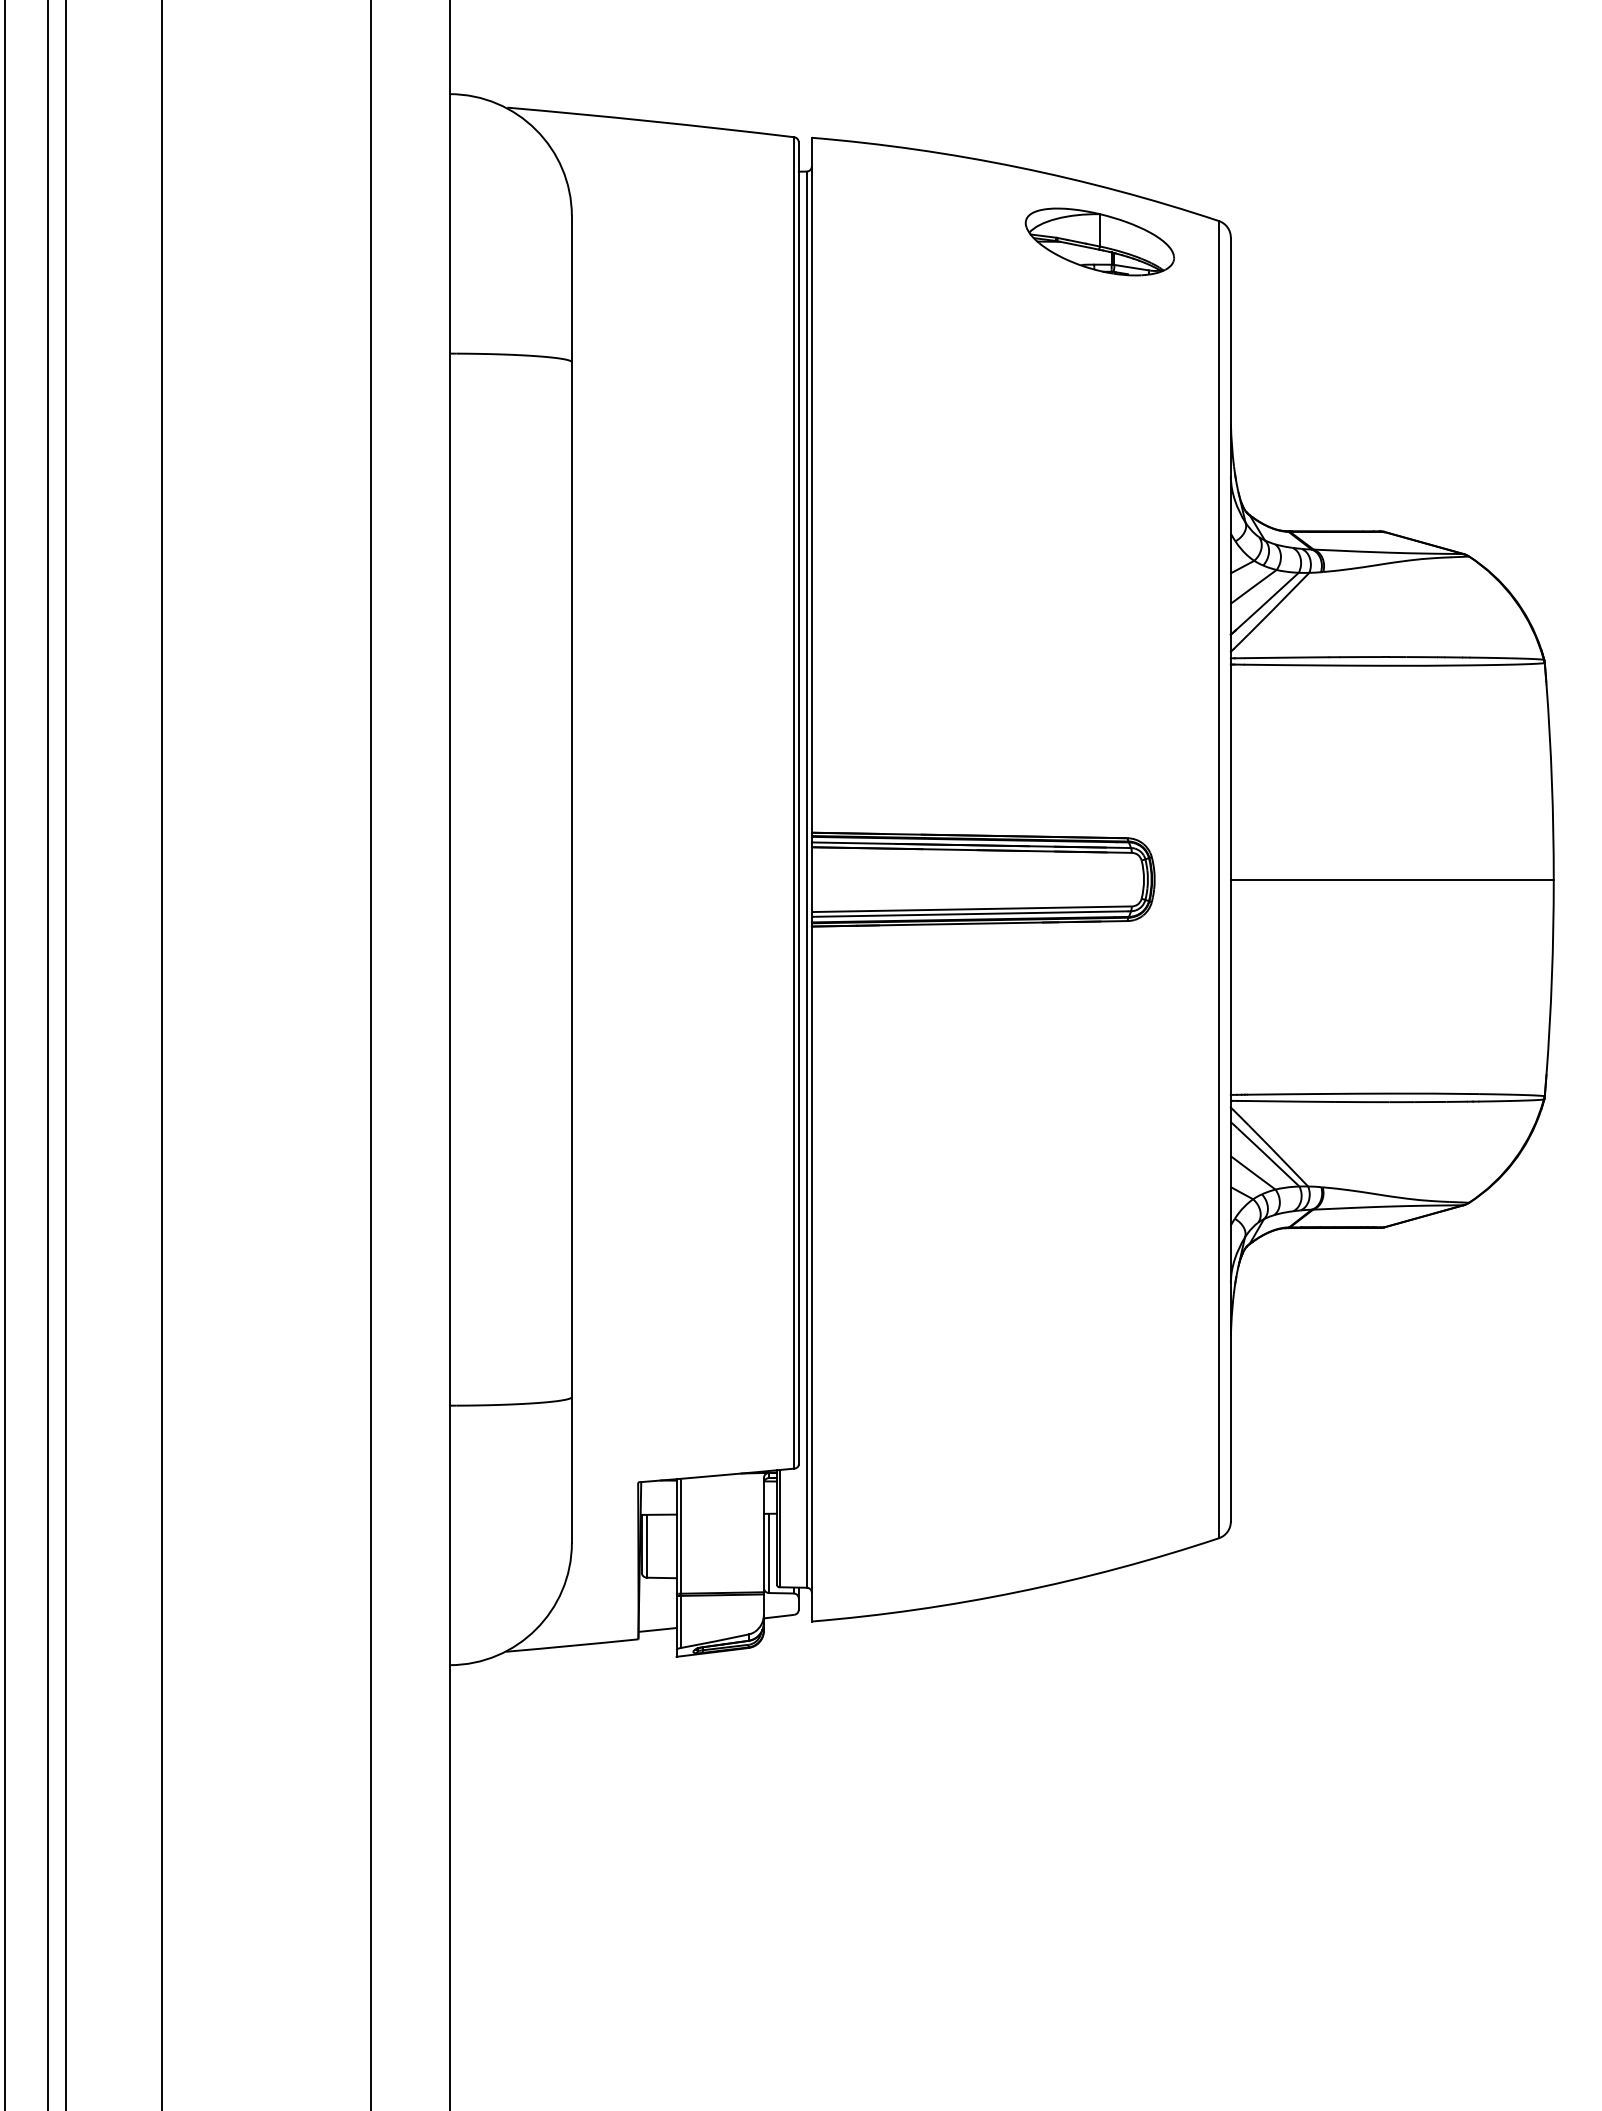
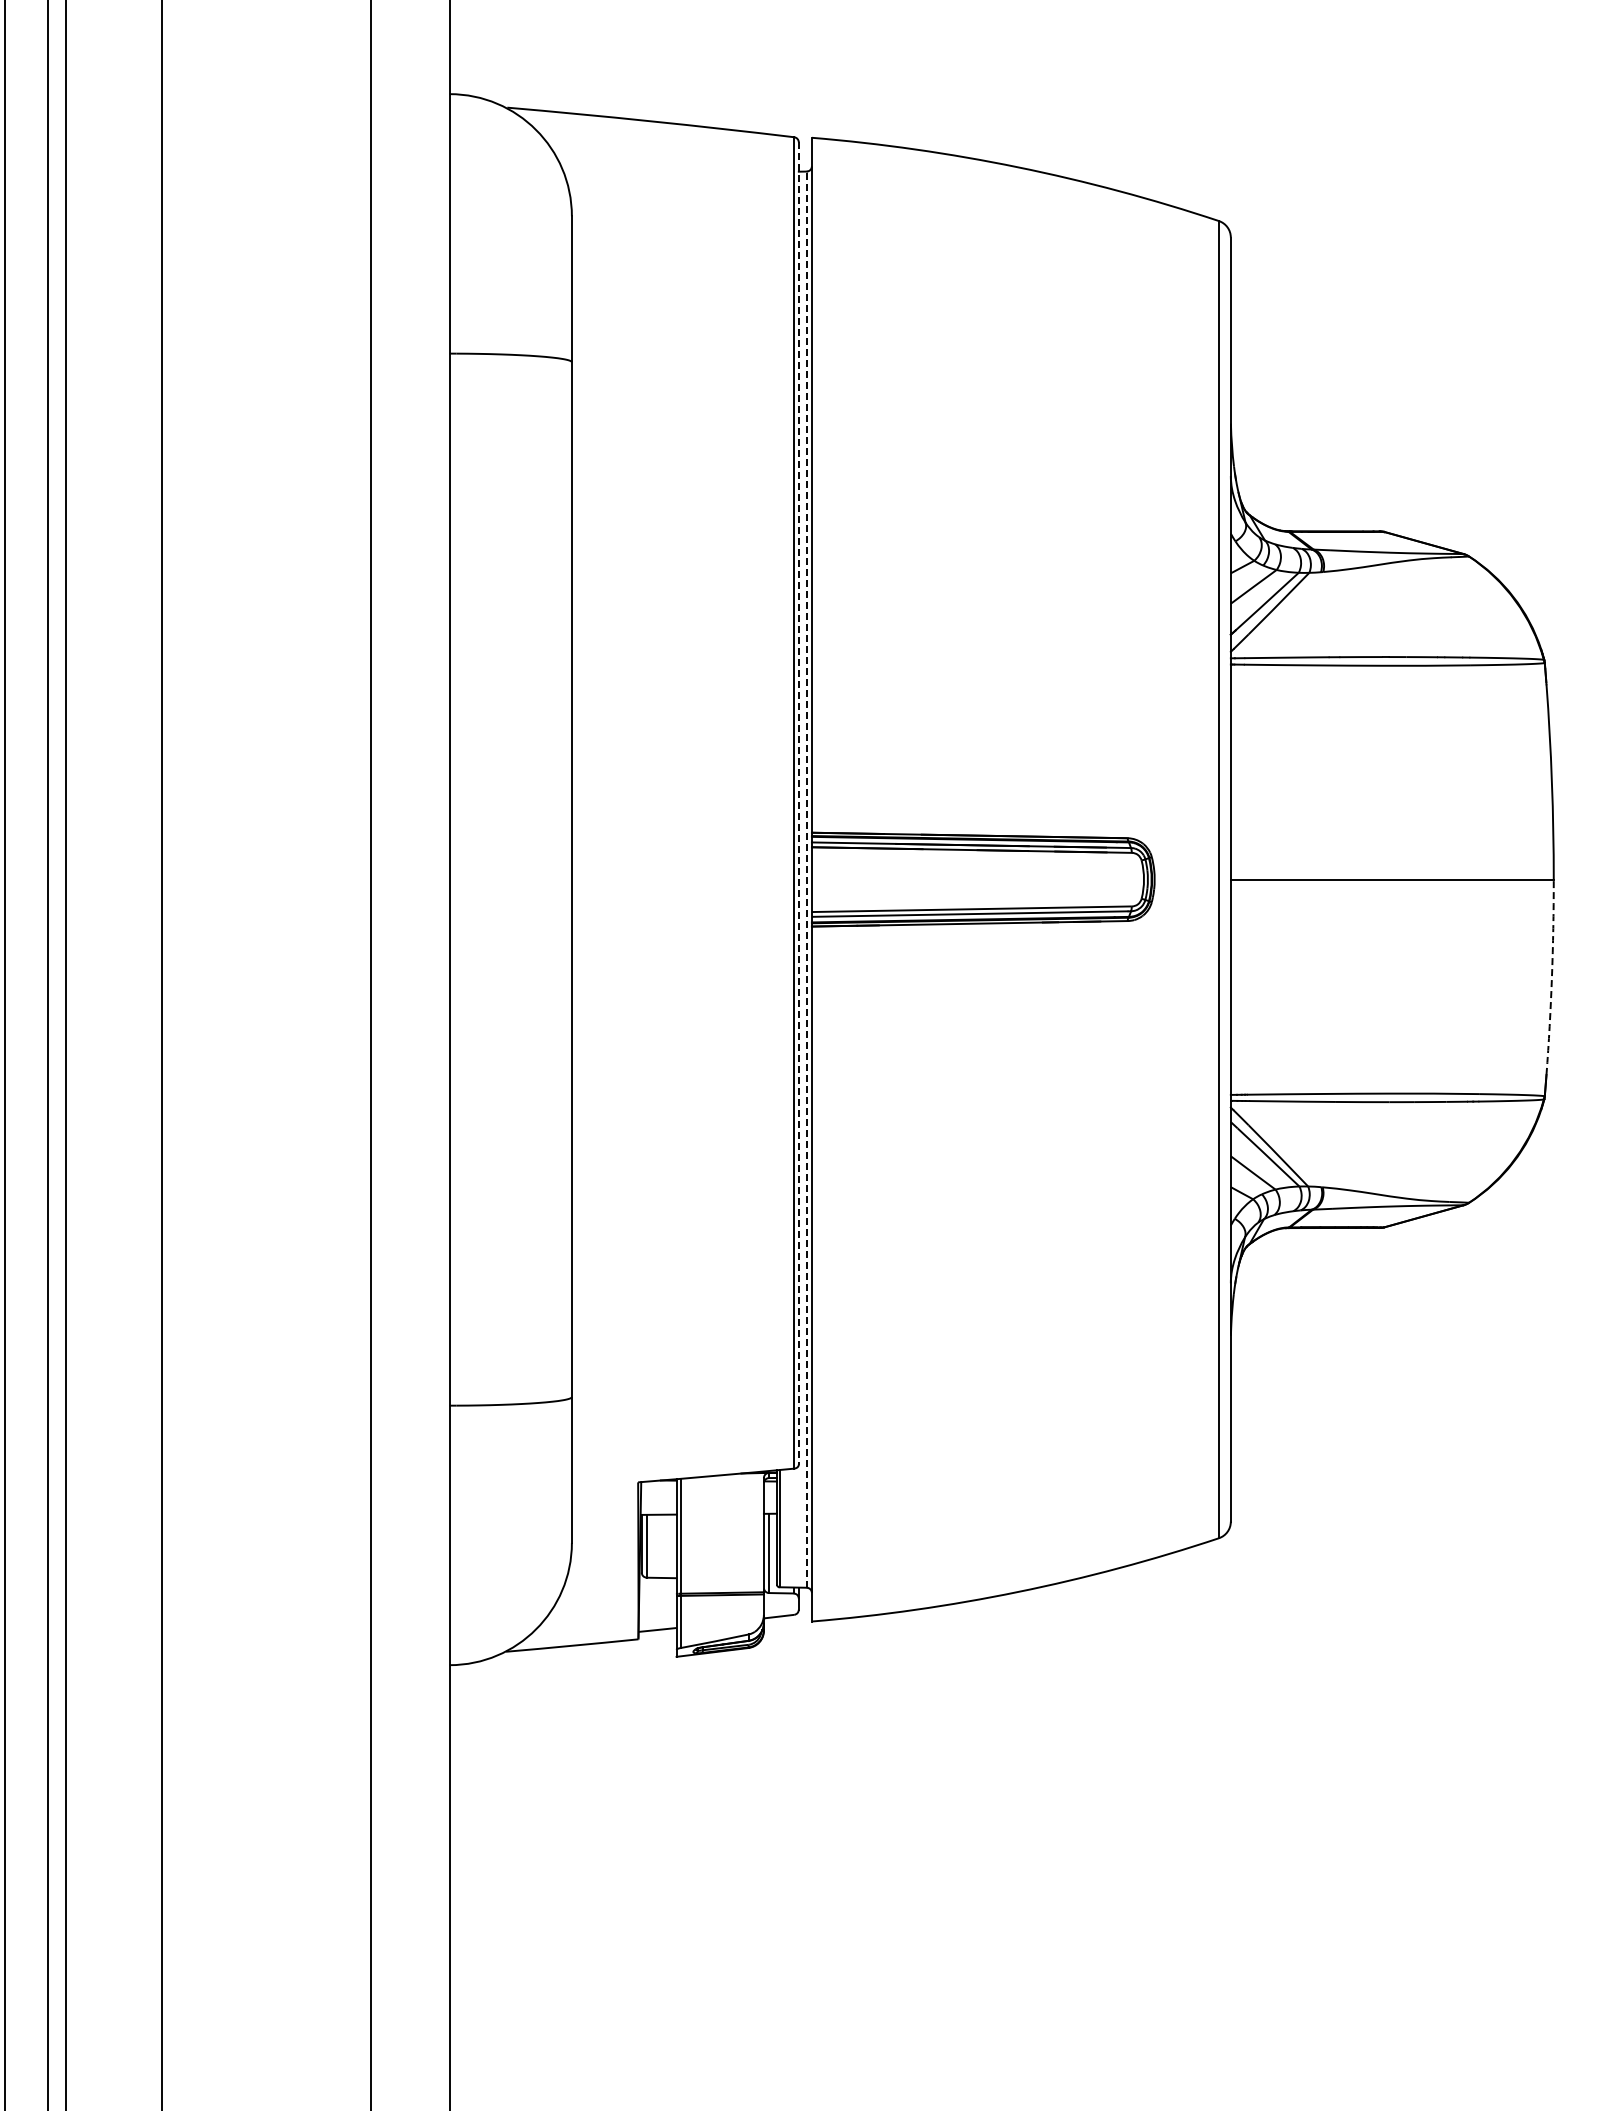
part at (1099, 241): present -> none
line at (798, 803): solid -> dashed
line at (806, 879): solid -> dashed
arc at (1551, 977): solid -> dashed
